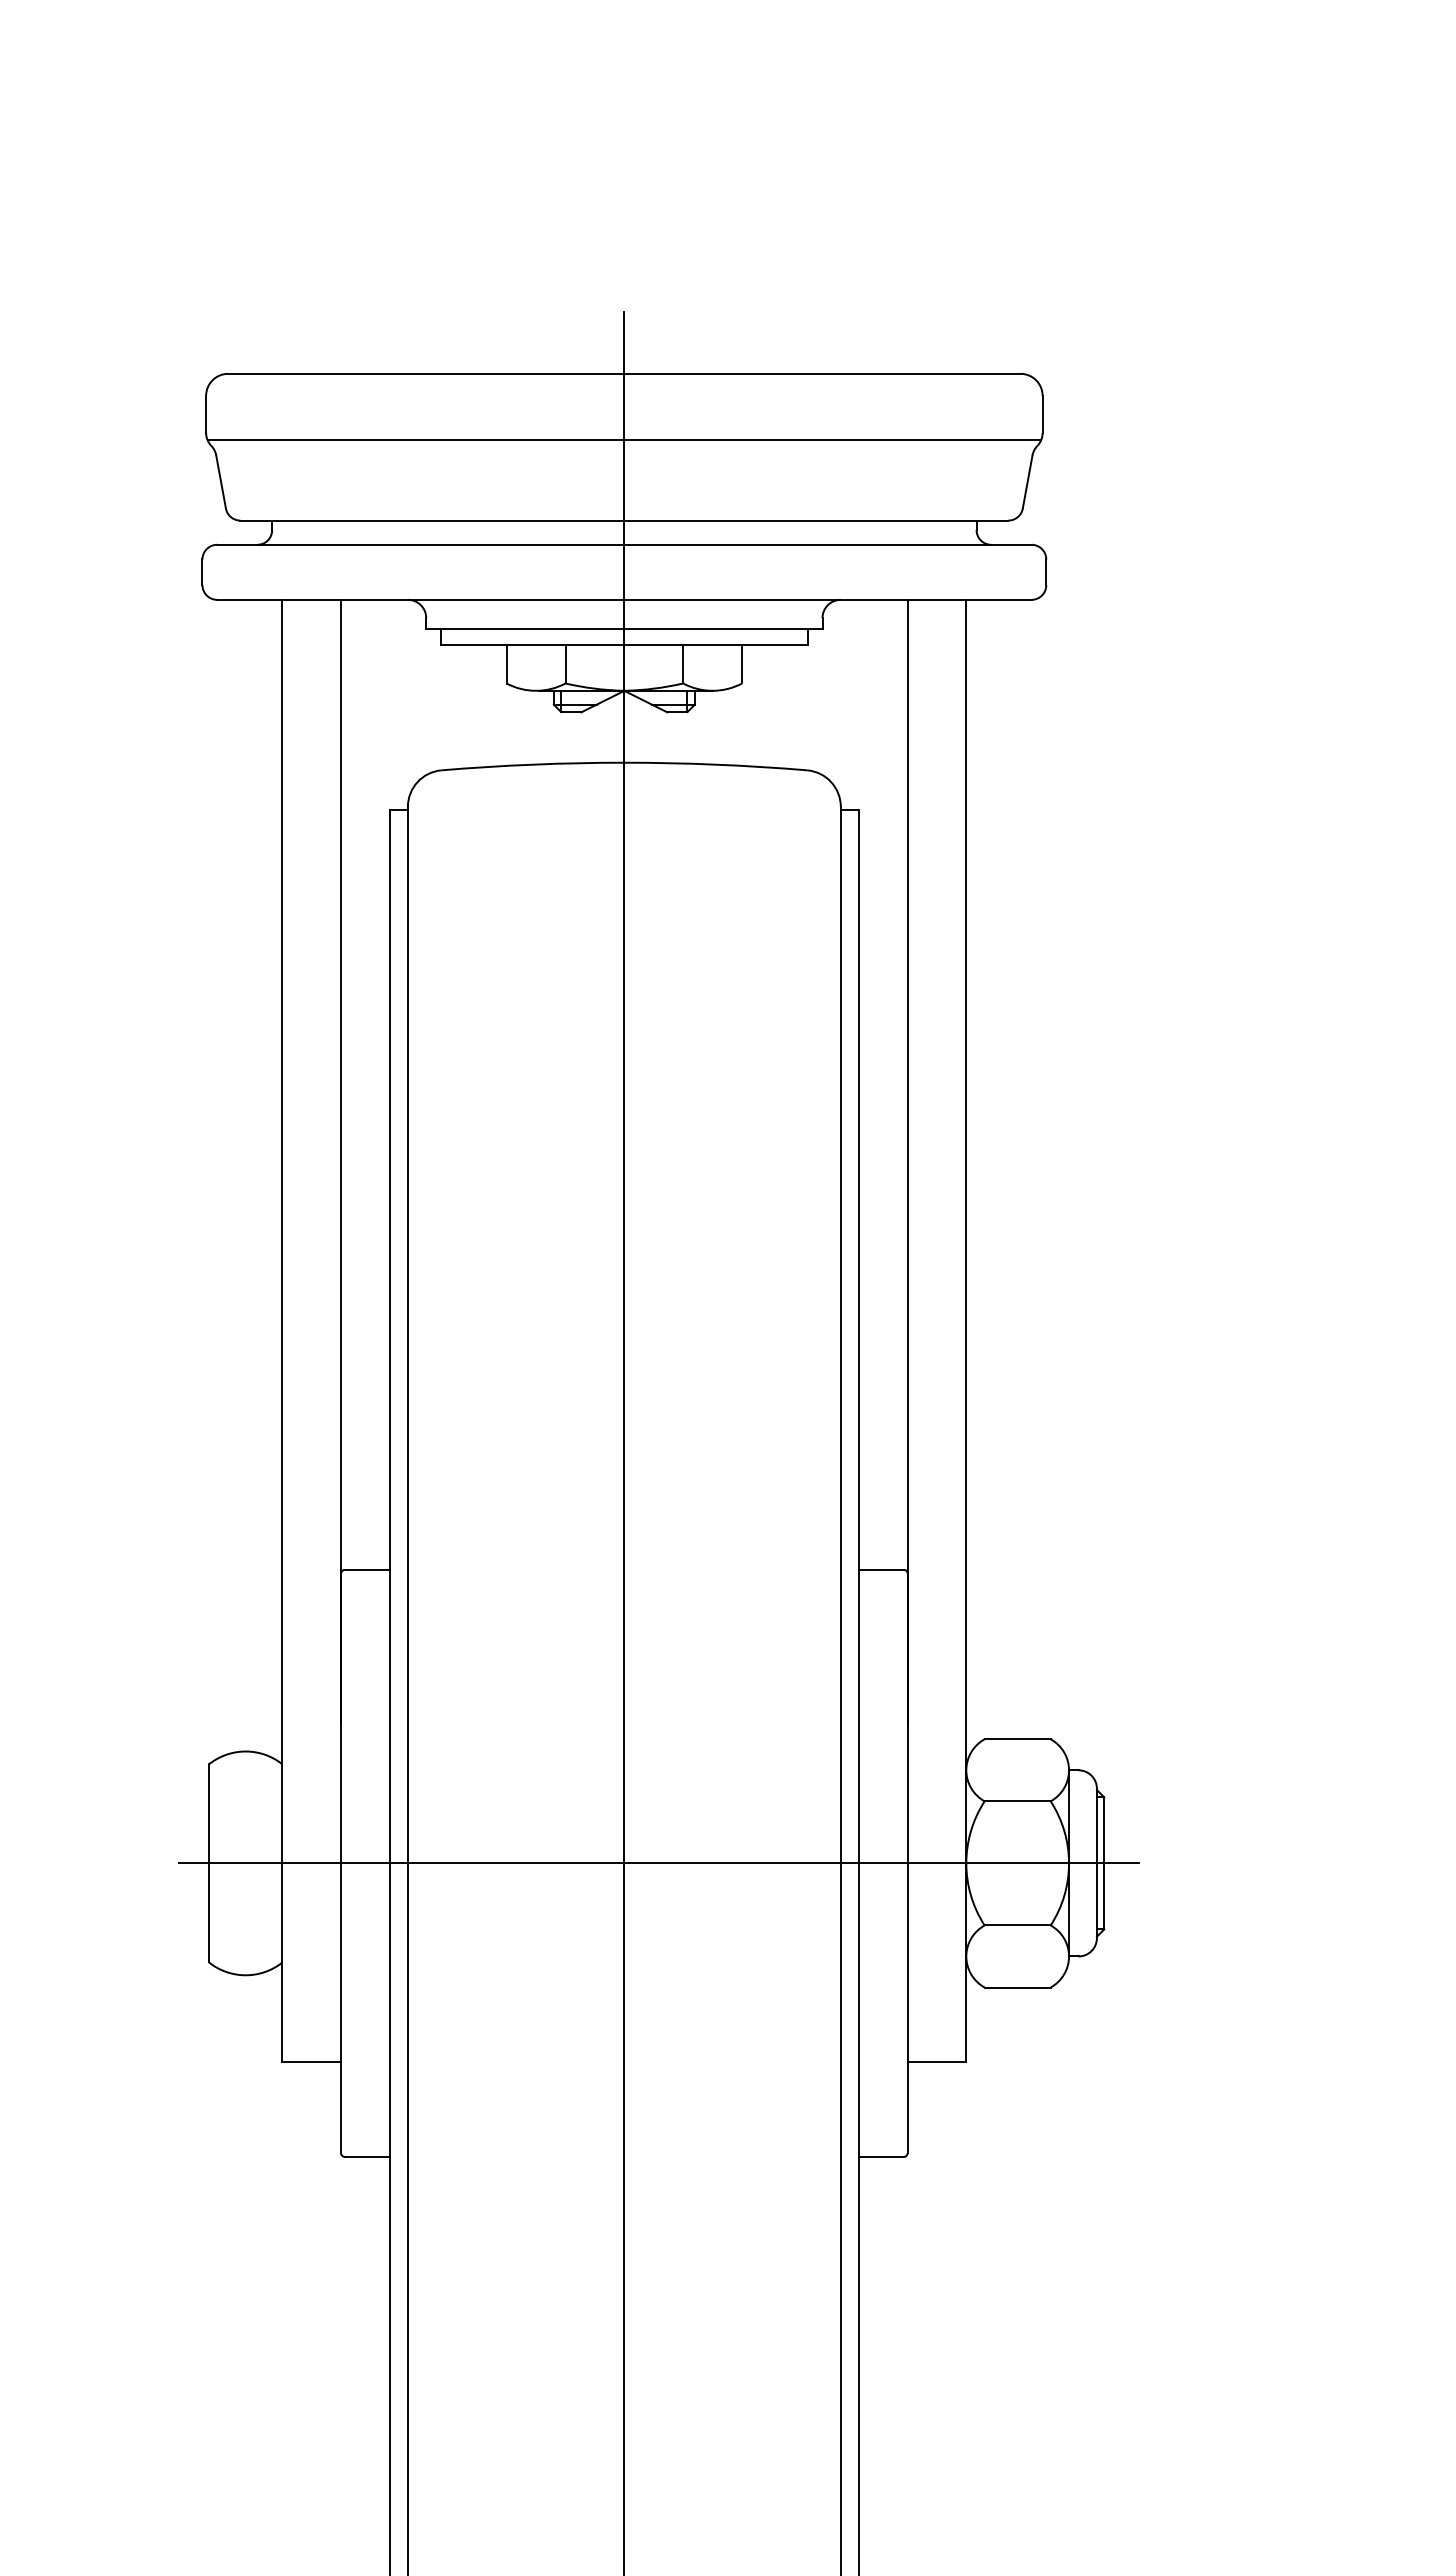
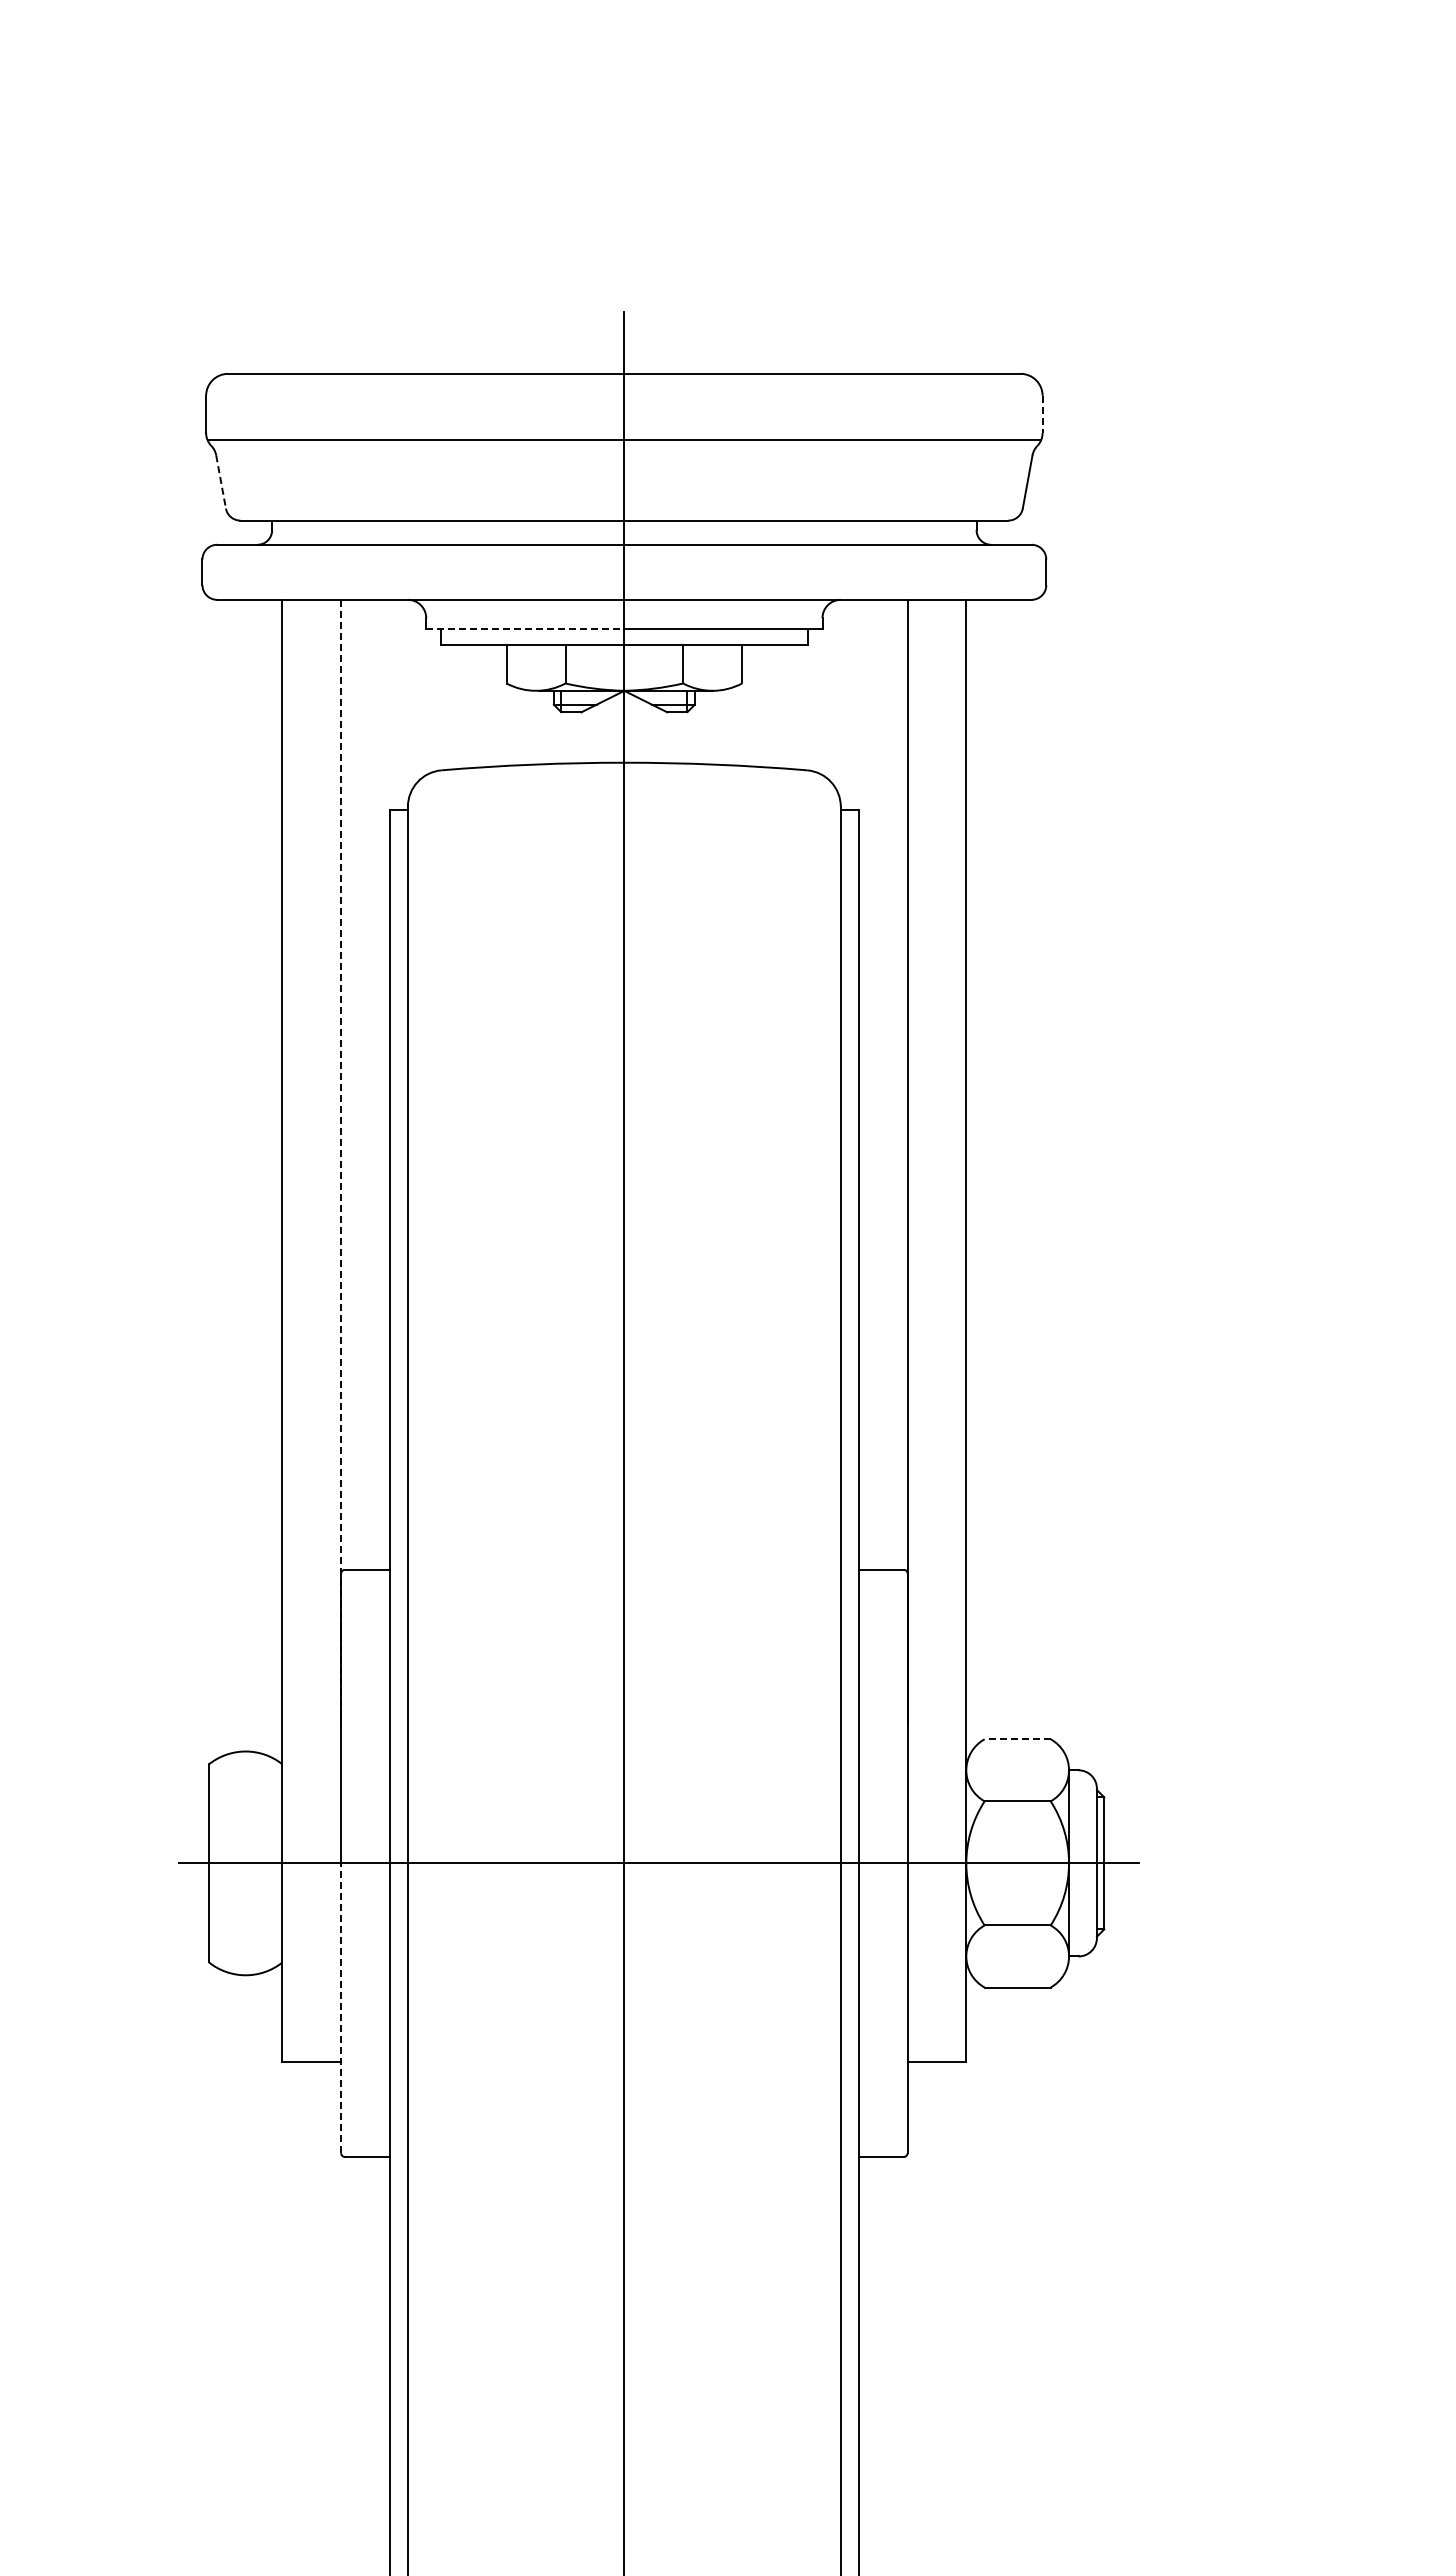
line at (1042, 414): solid -> dashed
line at (221, 482): solid -> dashed
line at (525, 629): solid -> dashed
line at (341, 1162): solid -> dashed
line at (1017, 1739): solid -> dashed
line at (341, 2008): solid -> dashed
